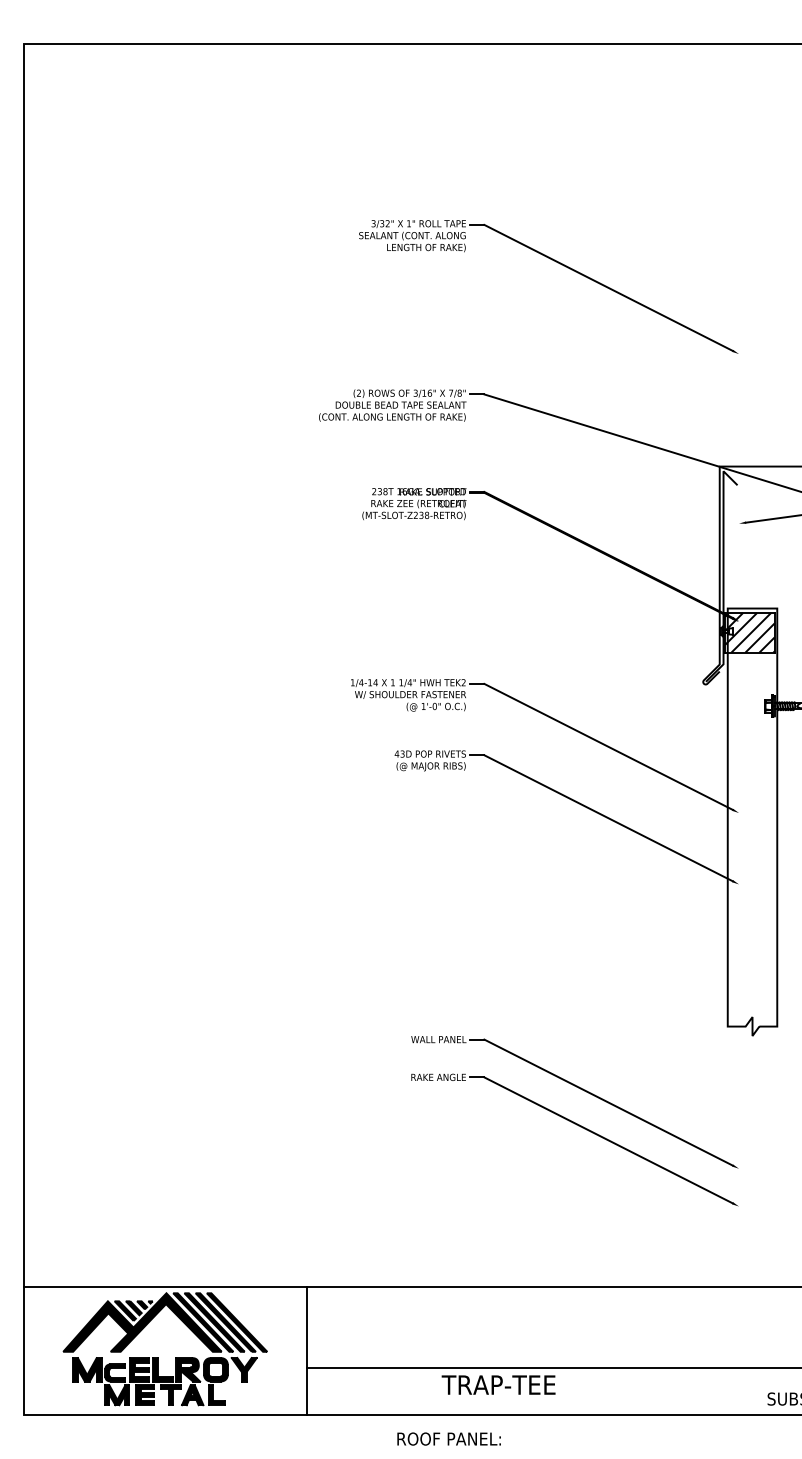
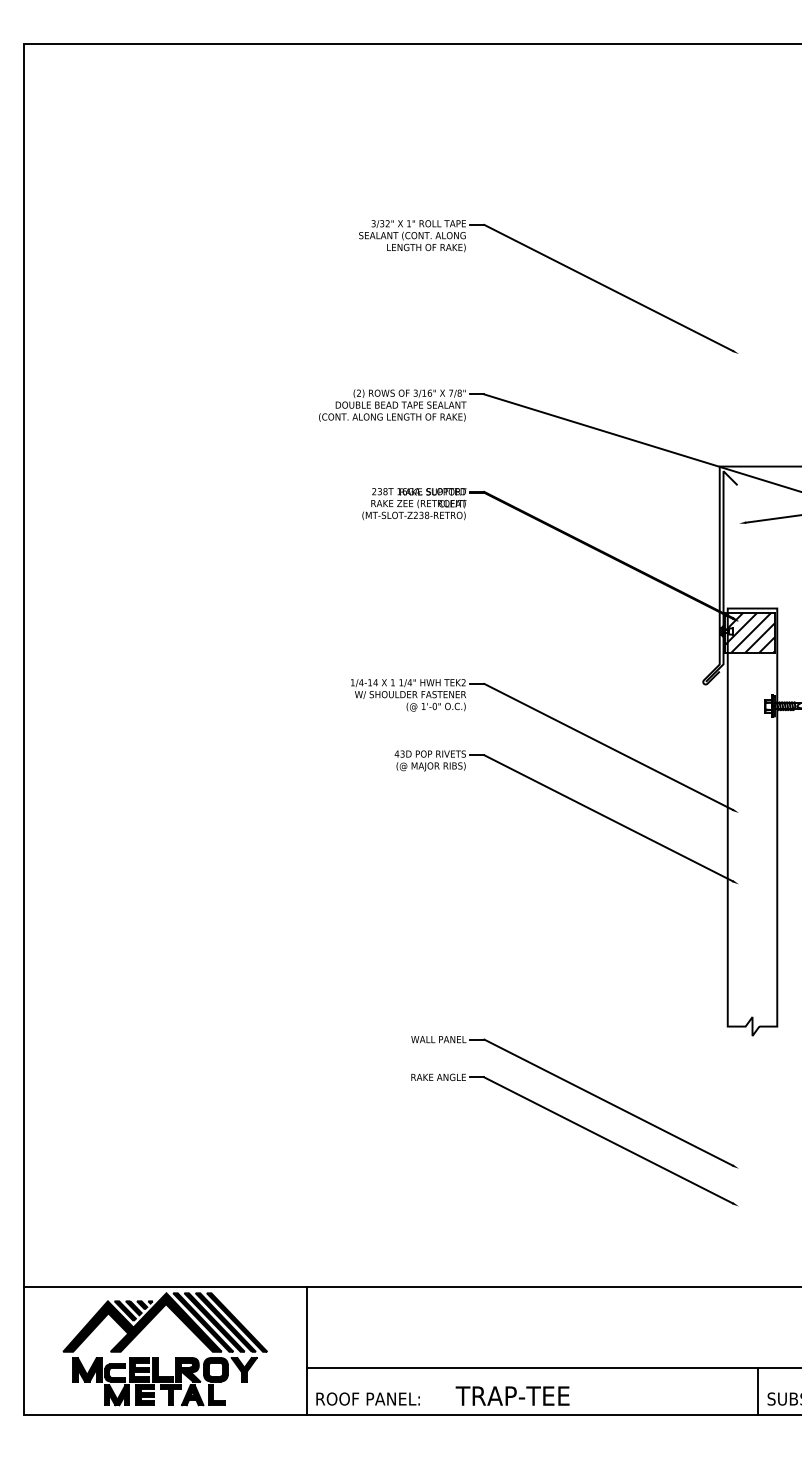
text at (498, 1384) position: (498, 1384) -> (512, 1395)
line at (758, 1391): none -> present
text at (448, 1438) position: (448, 1438) -> (367, 1398)
